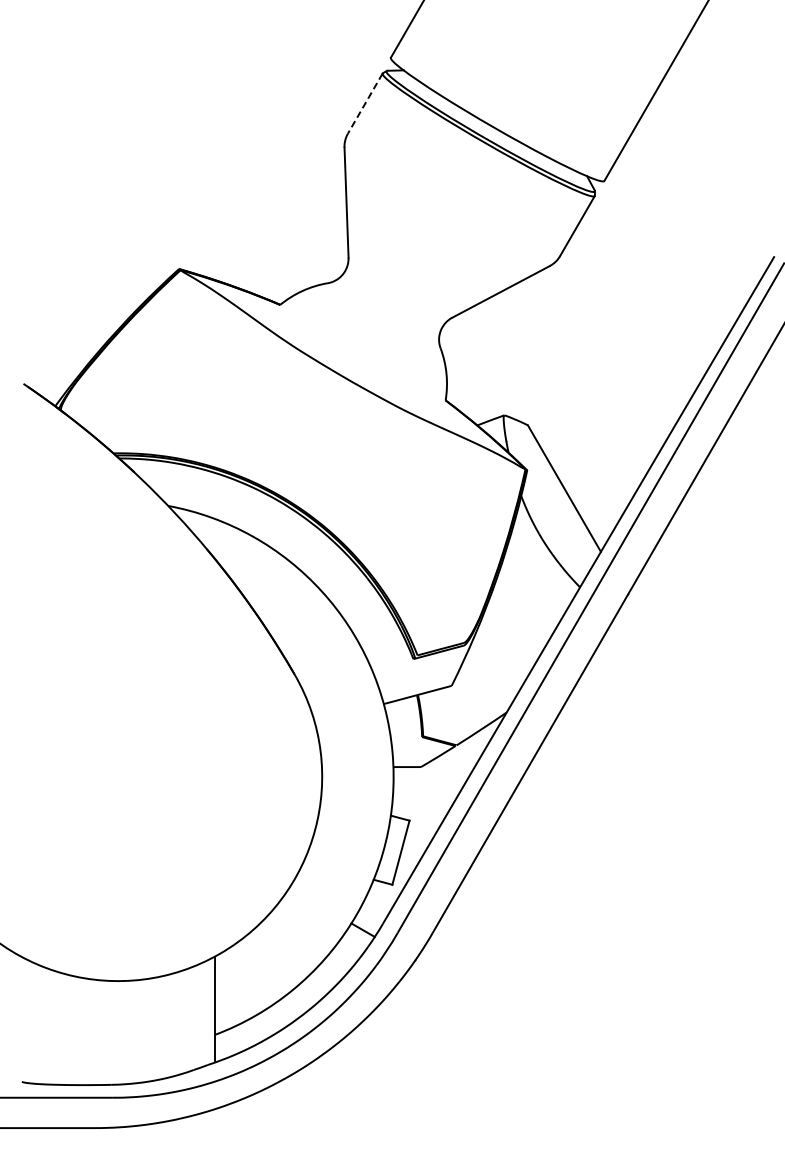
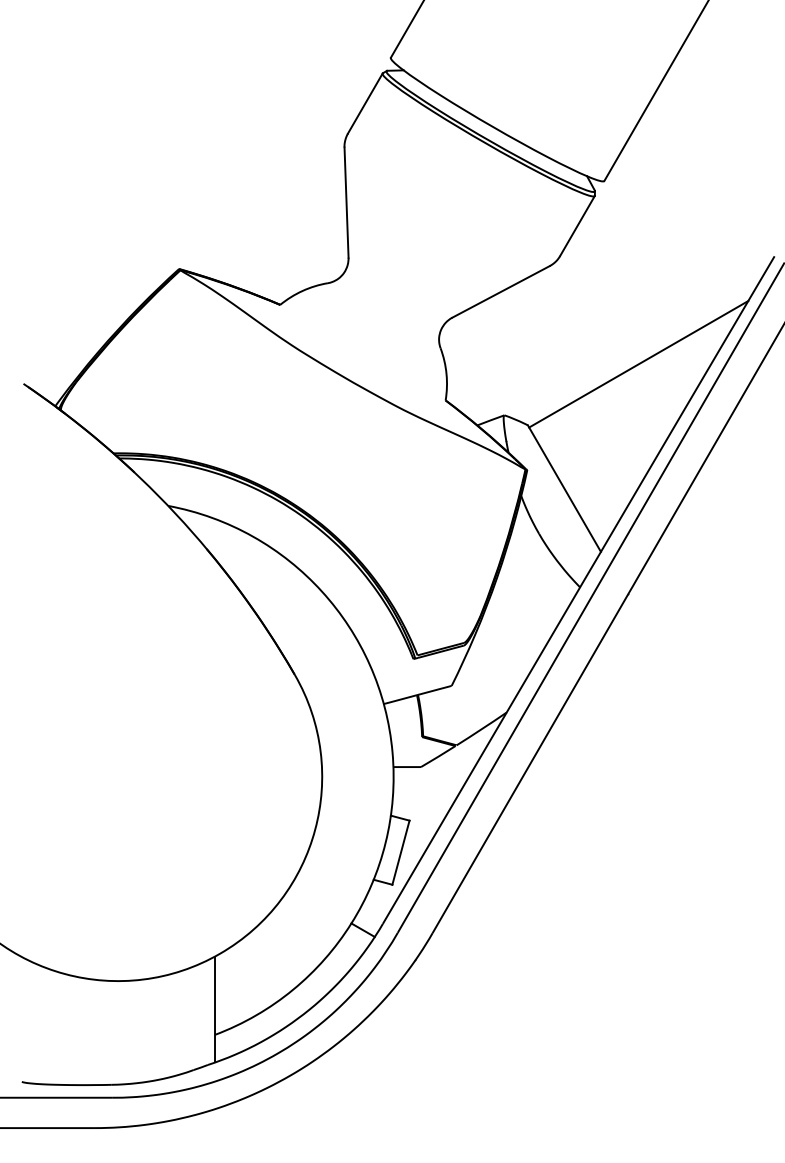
line at (365, 103): dashed -> solid
line at (638, 364): none -> present
